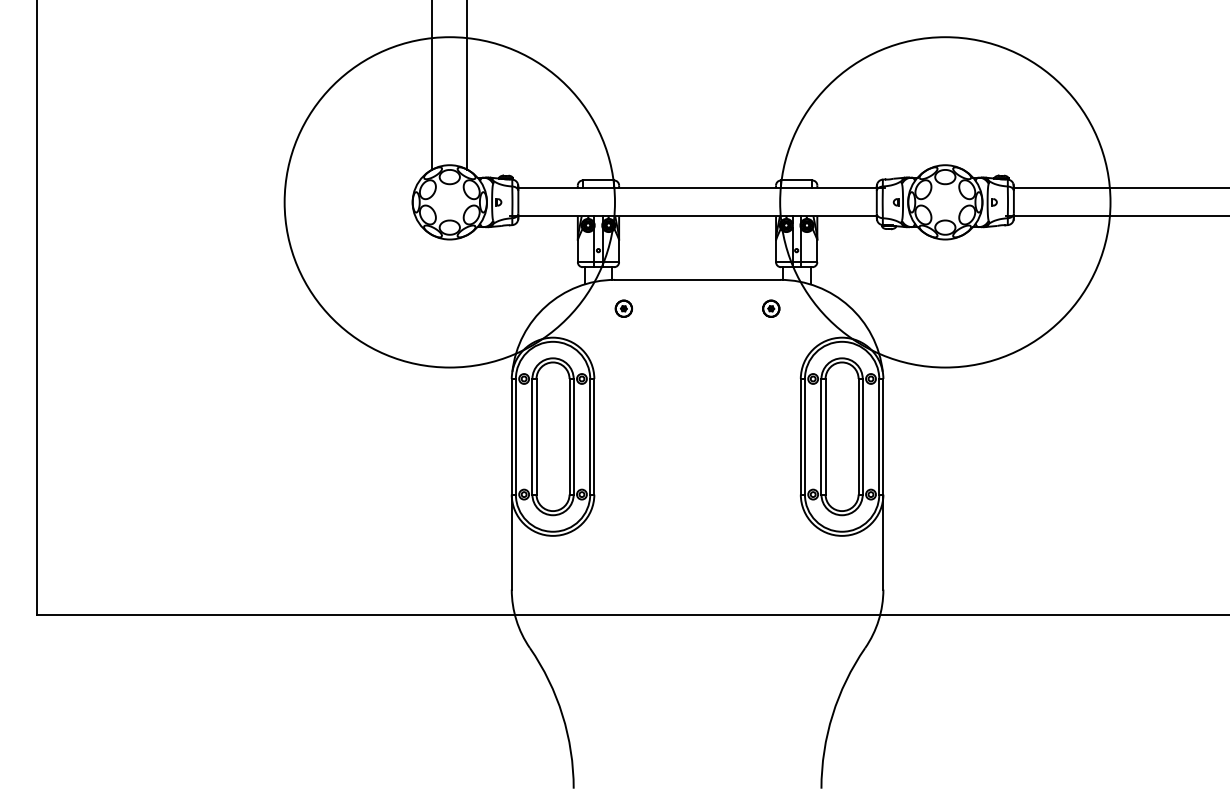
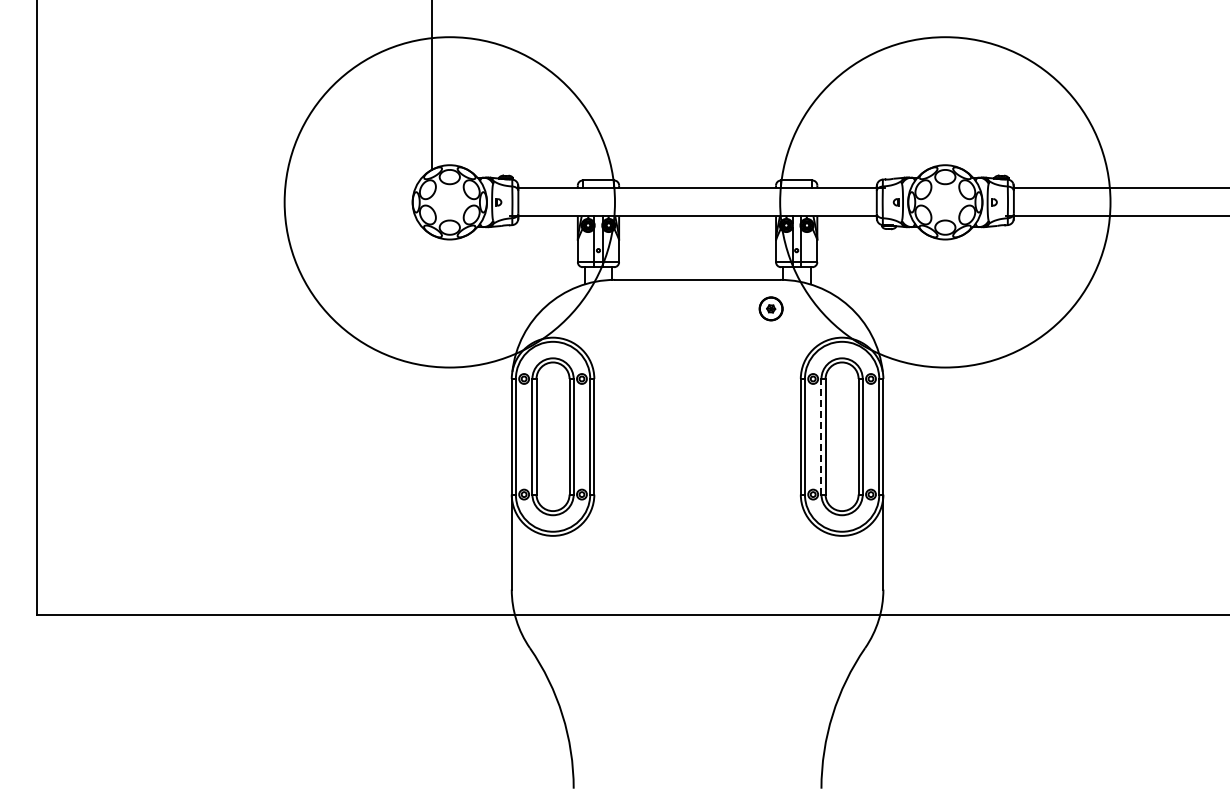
line at (467, 85): present -> none
part at (623, 308): present -> none
part at (771, 308) size: 19x19 px -> 26x26 px
line at (821, 436): solid -> dashed
